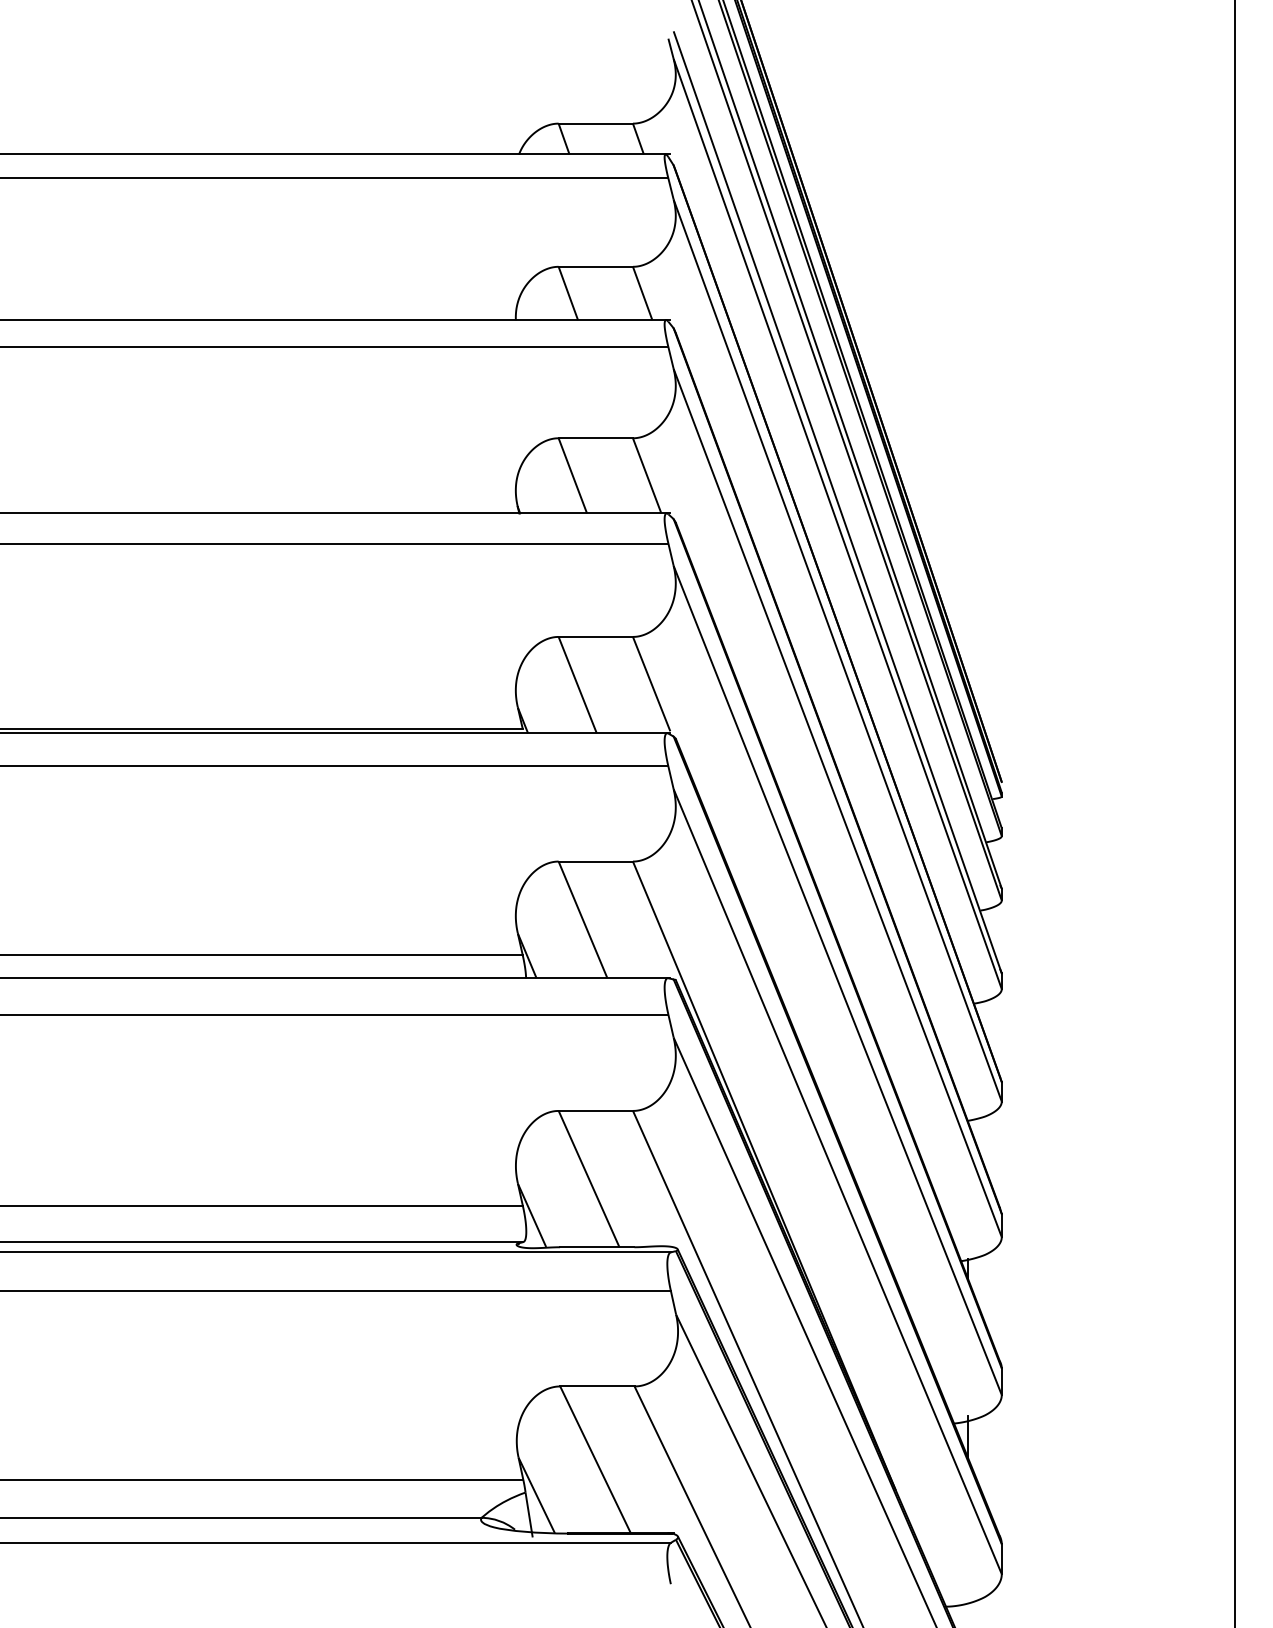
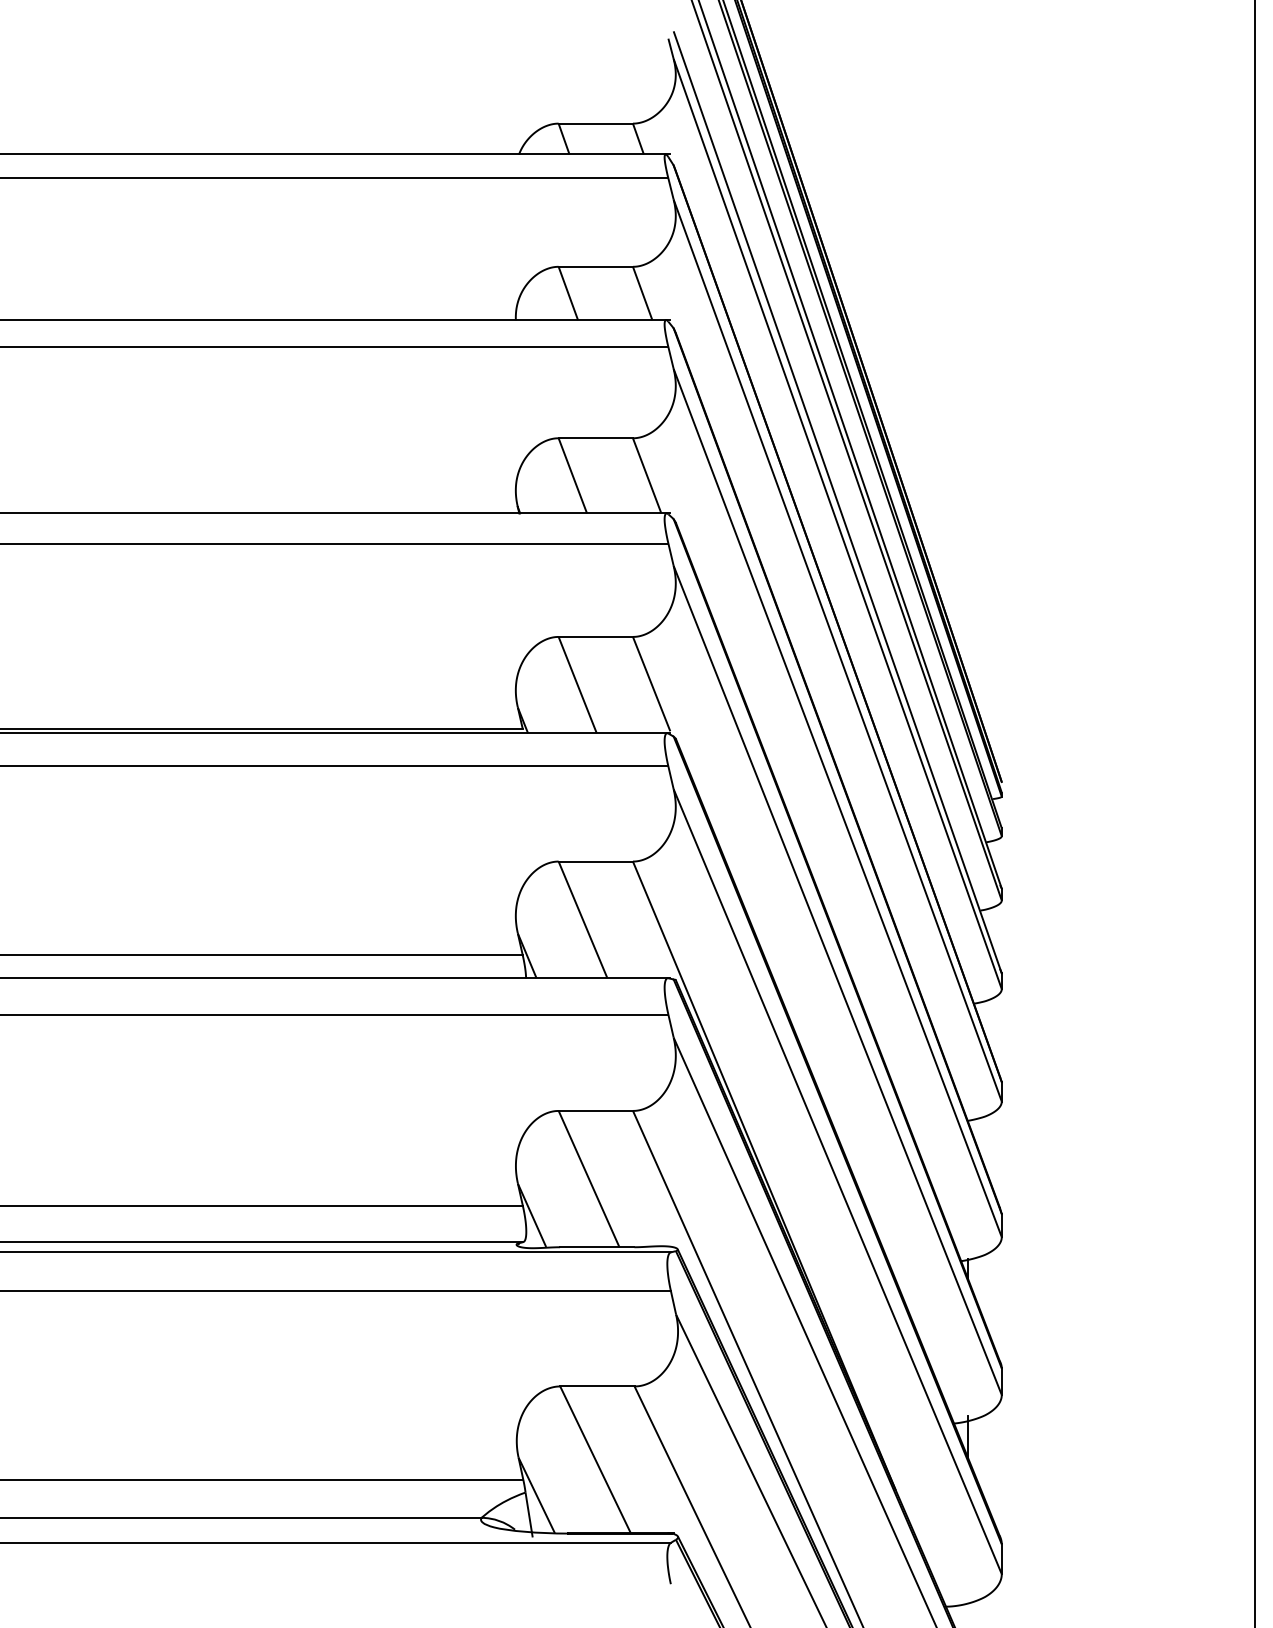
line at (1234, 813) position: (1234, 813) -> (1254, 813)
